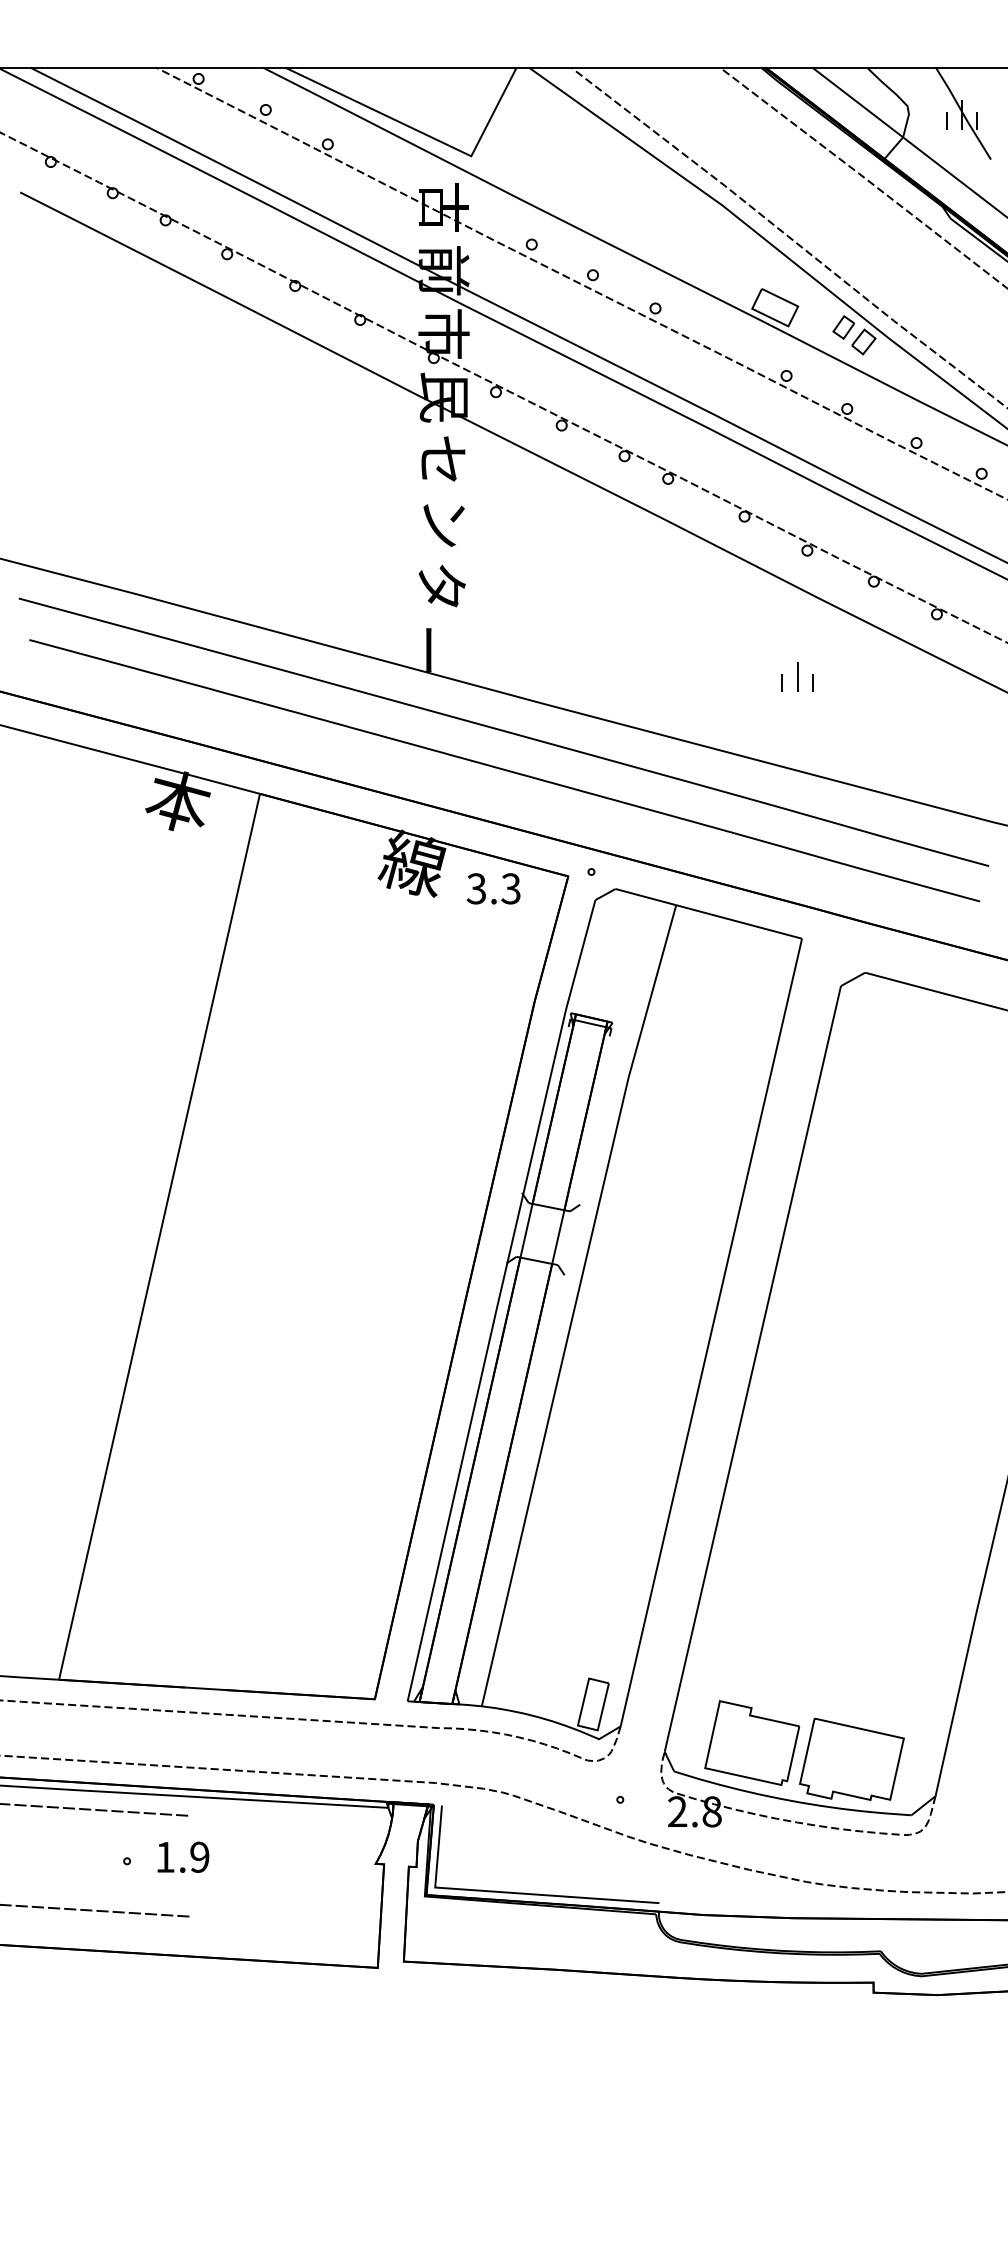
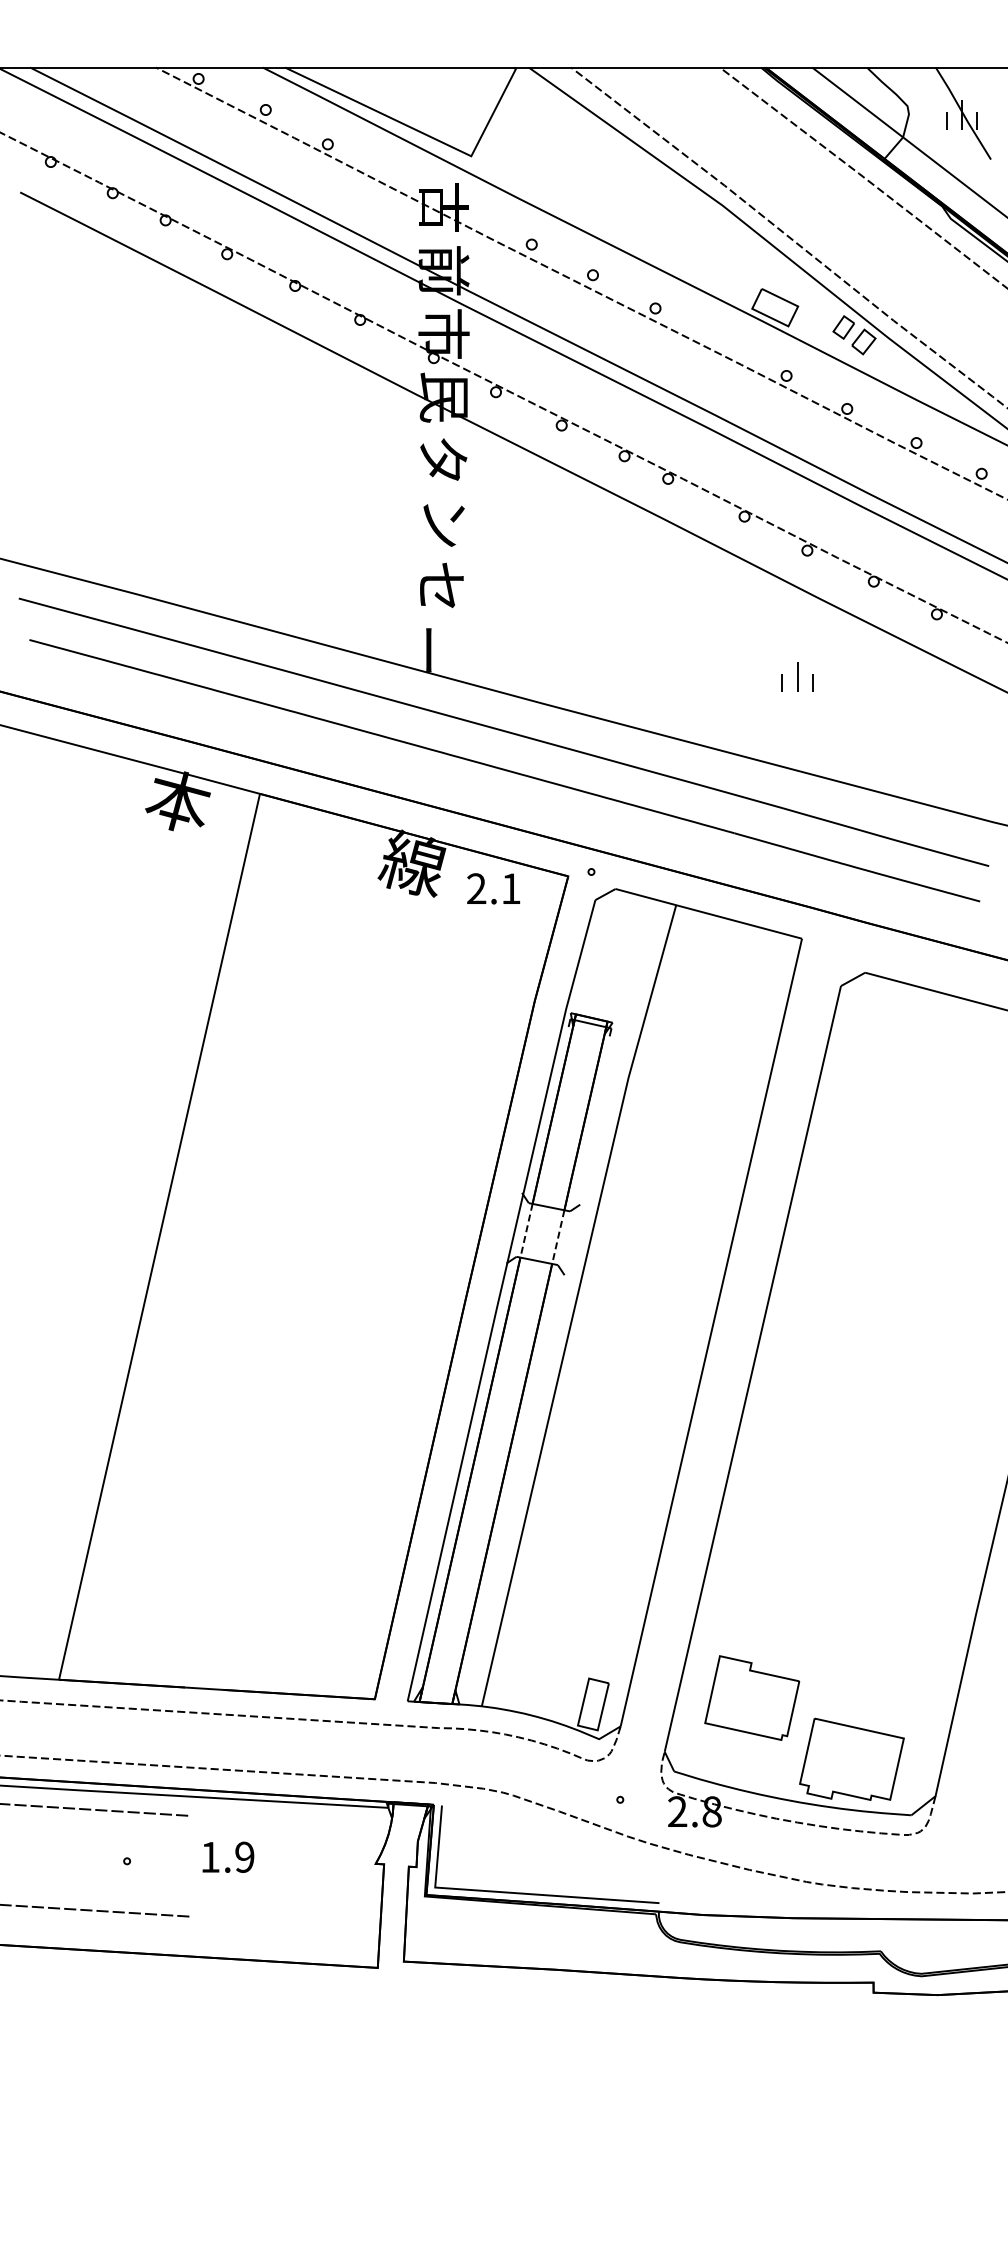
text at (443, 458): セ -> タ
text at (441, 585): タ -> セ
text at (493, 888): 3.3 -> 2.1
line at (526, 1230): solid -> dashed
line at (558, 1237): solid -> dashed
part at (752, 1742) position: (752, 1742) -> (752, 1697)
text at (183, 1856) position: (183, 1856) -> (228, 1856)
